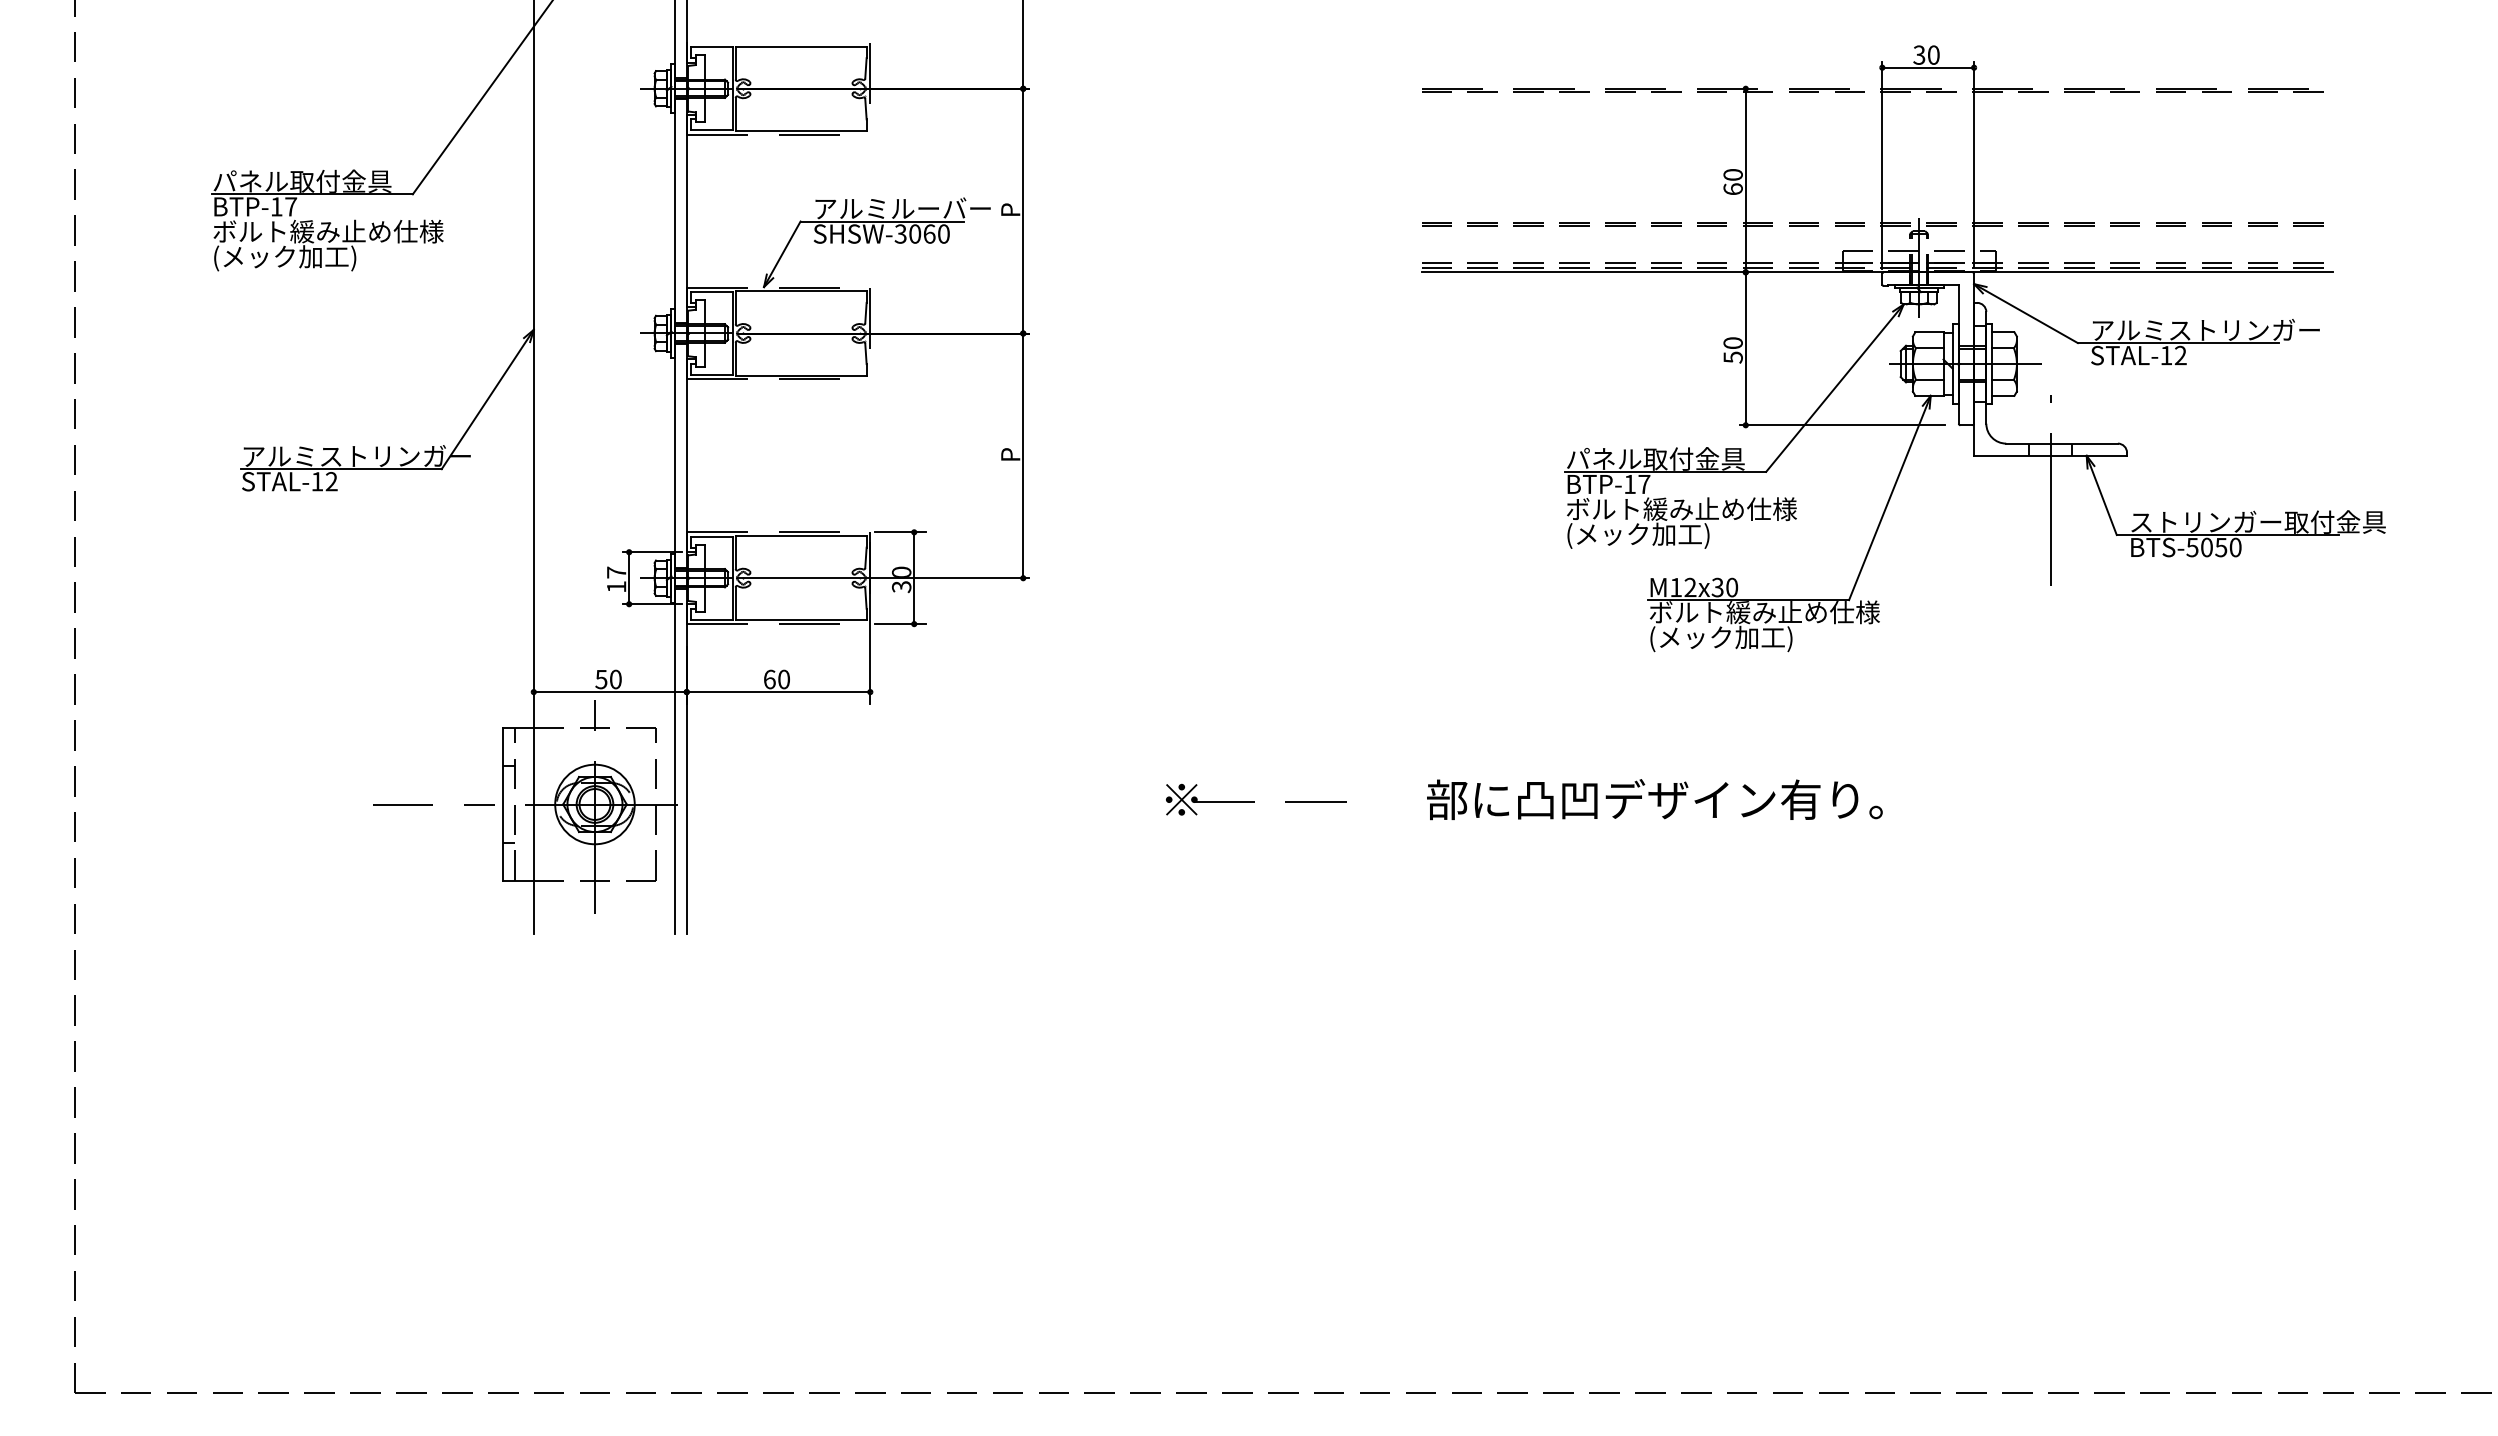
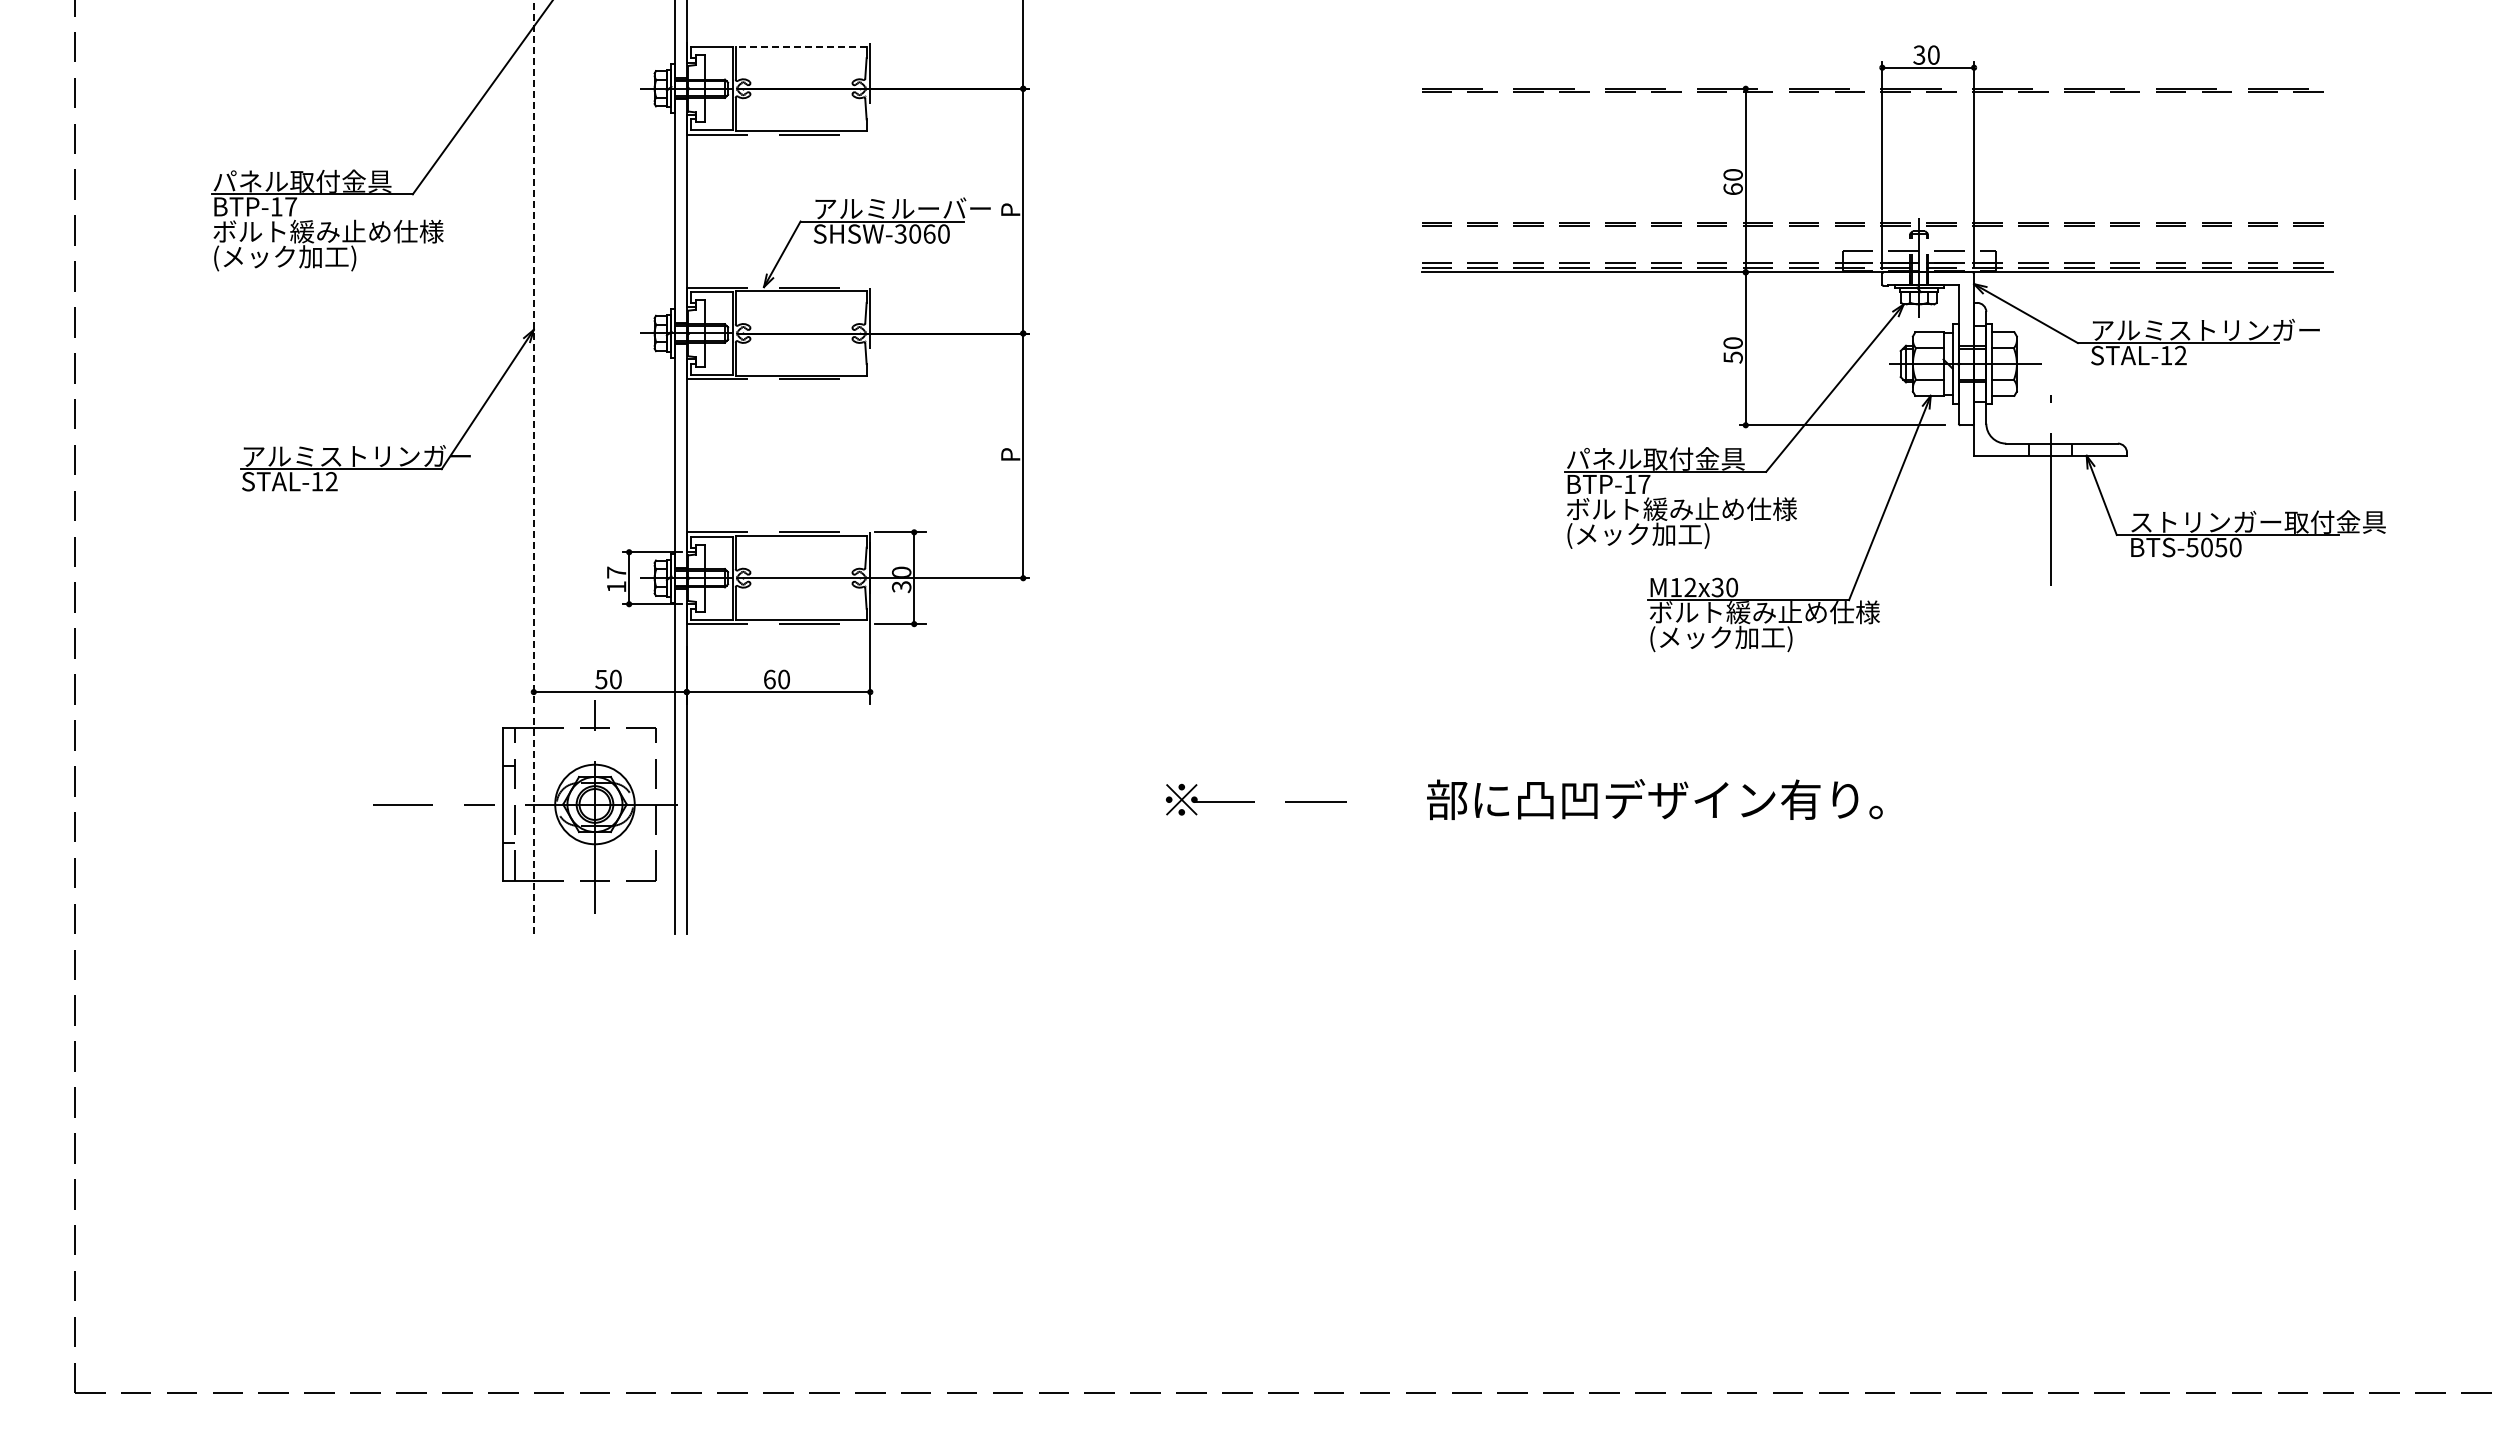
line at (800, 46): solid -> dashed
line at (533, 467): solid -> dashed
